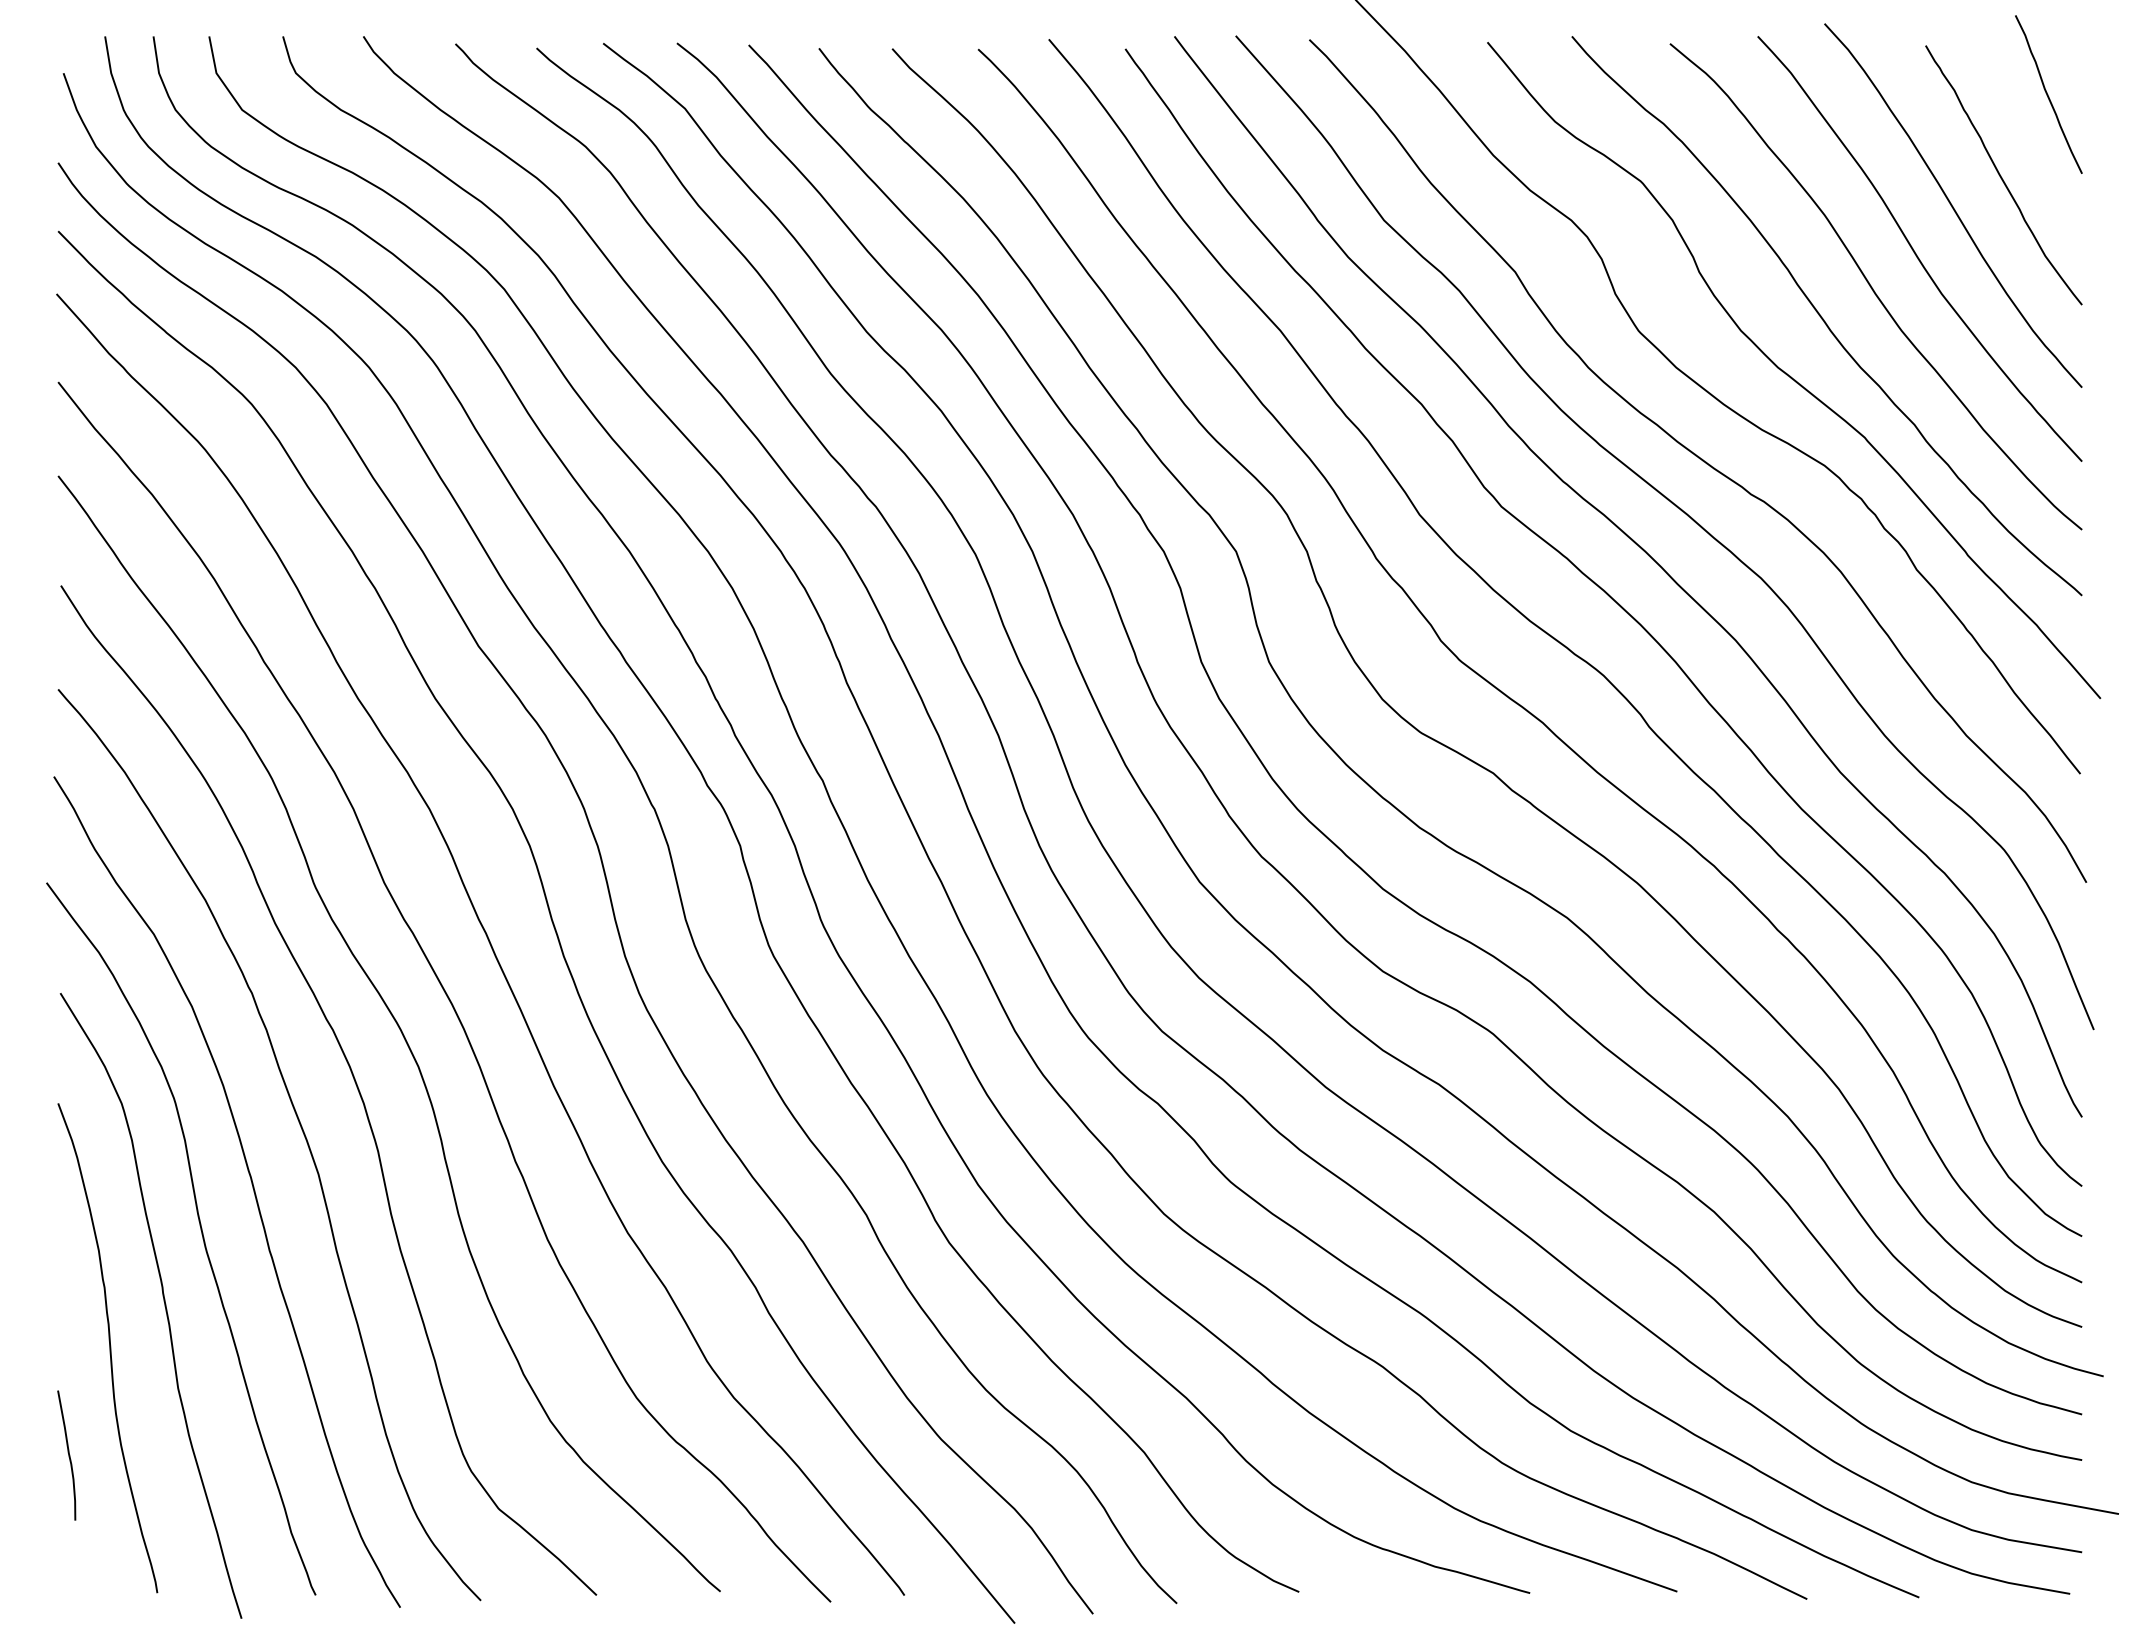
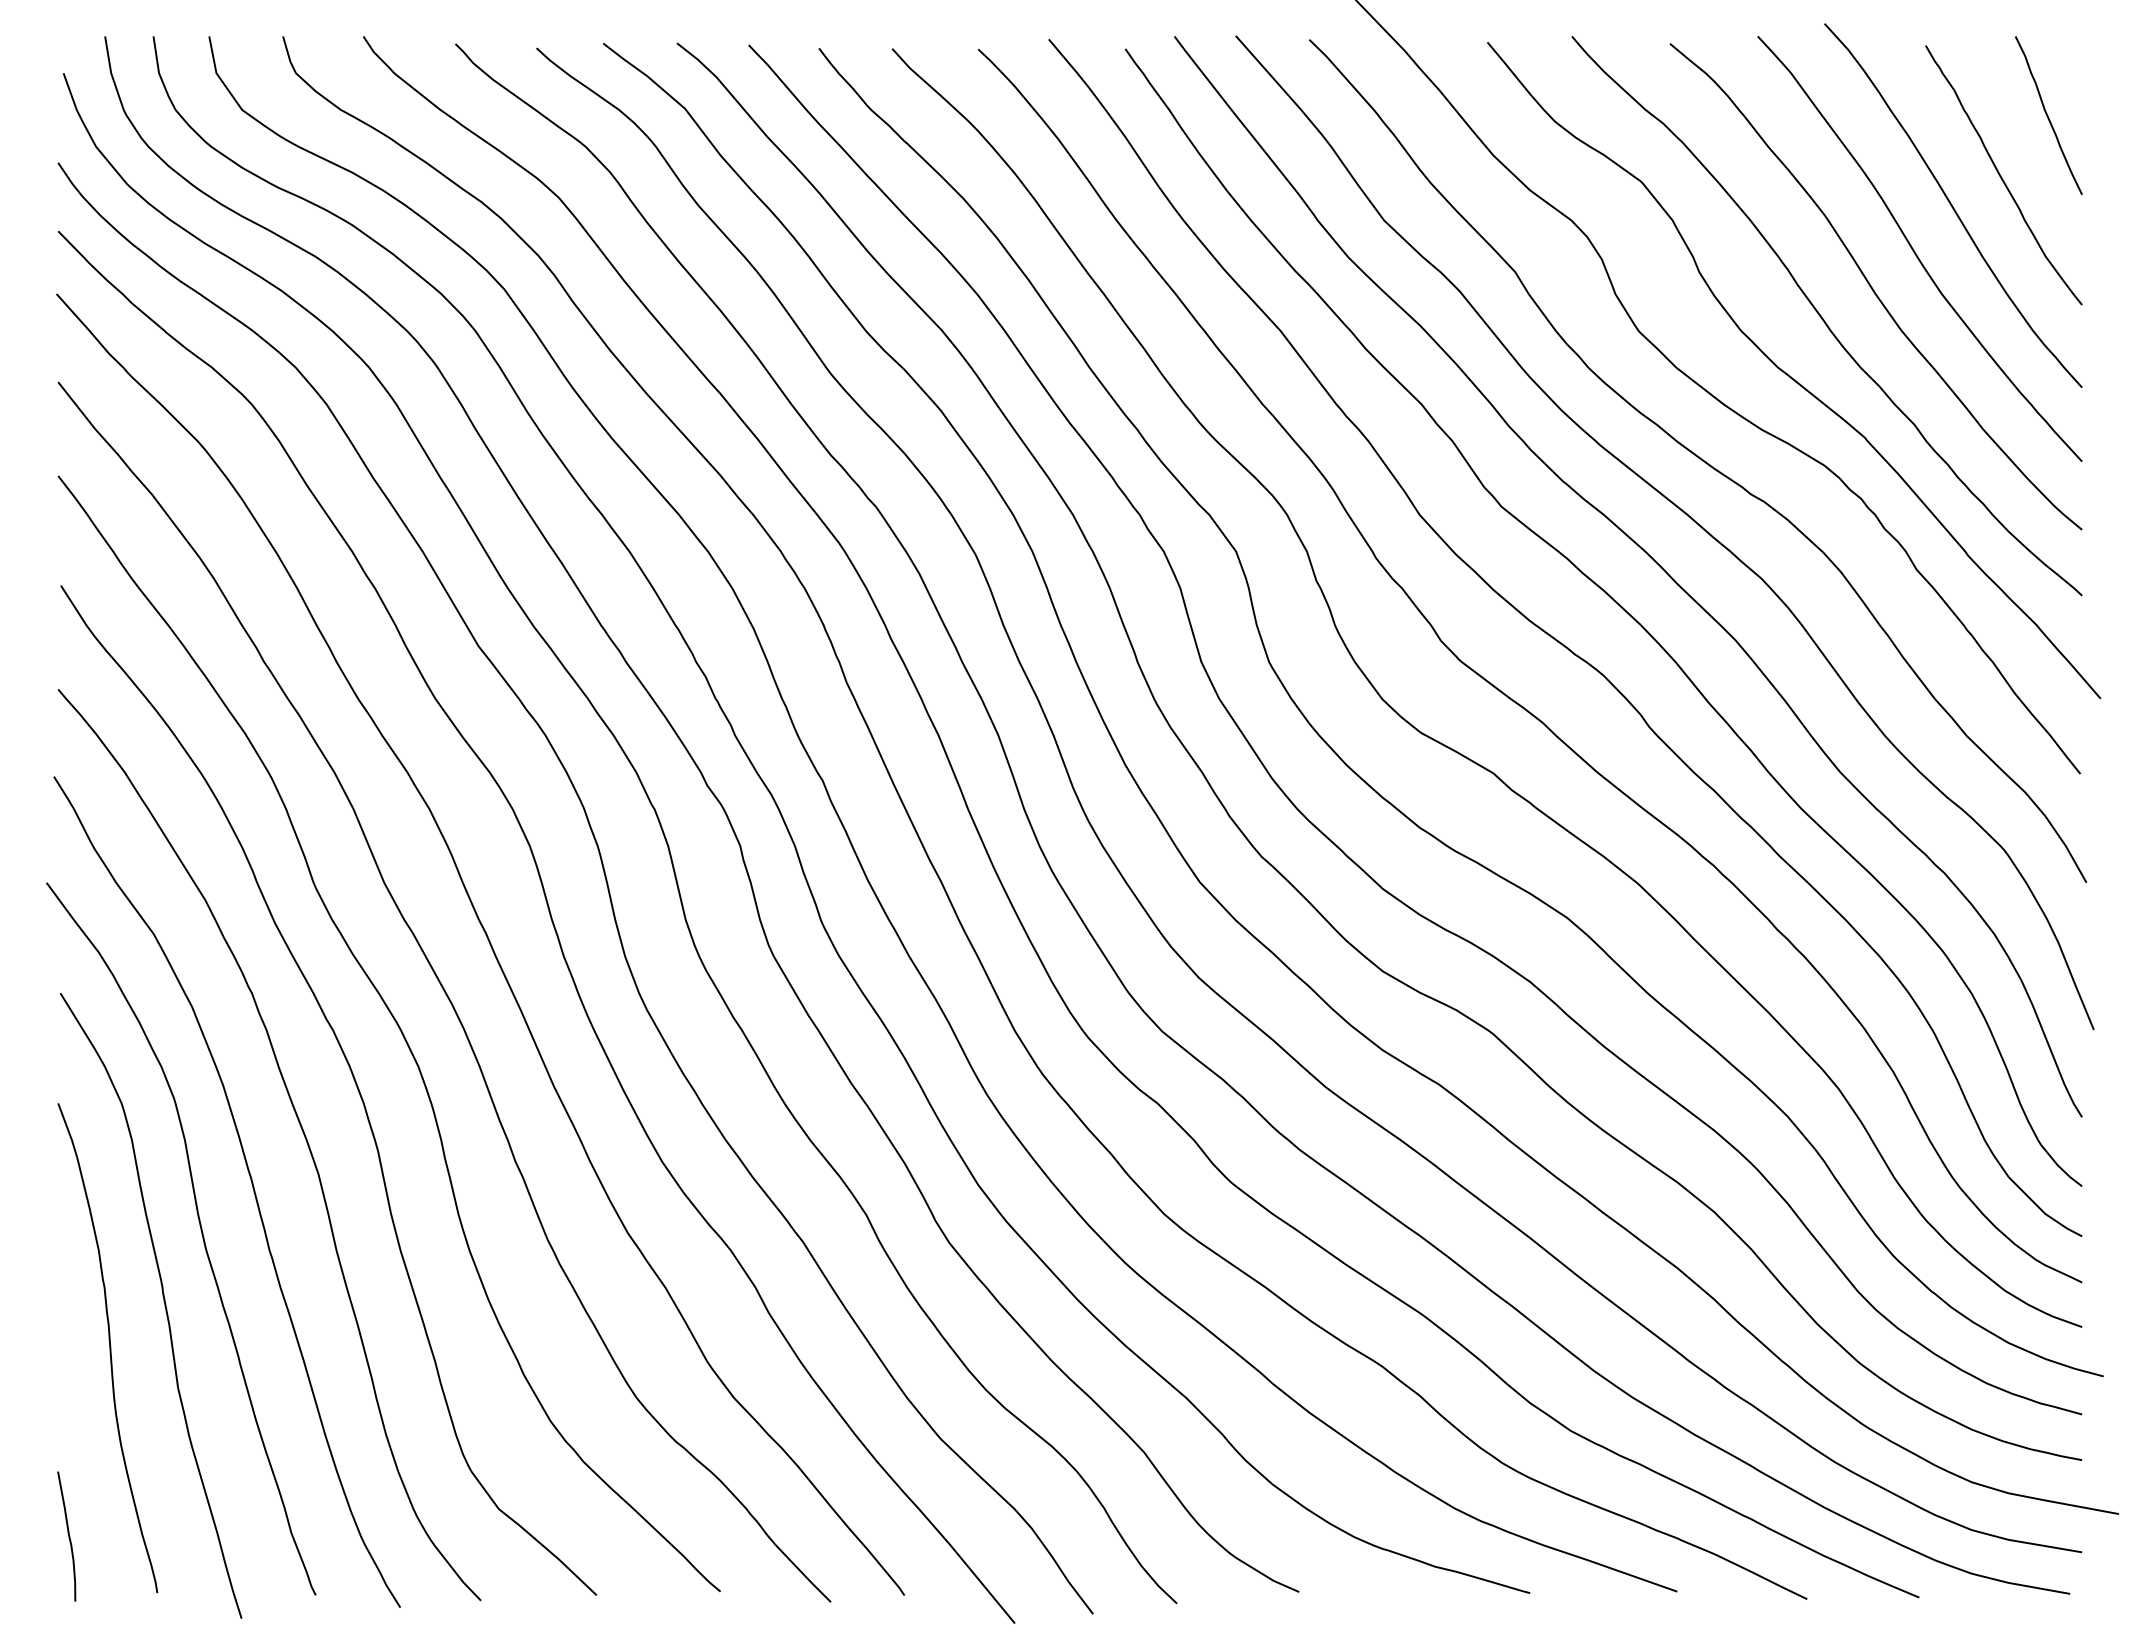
curve at (2048, 94) position: (2048, 94) -> (2048, 115)
curve at (68, 1455) position: (68, 1455) -> (68, 1536)
